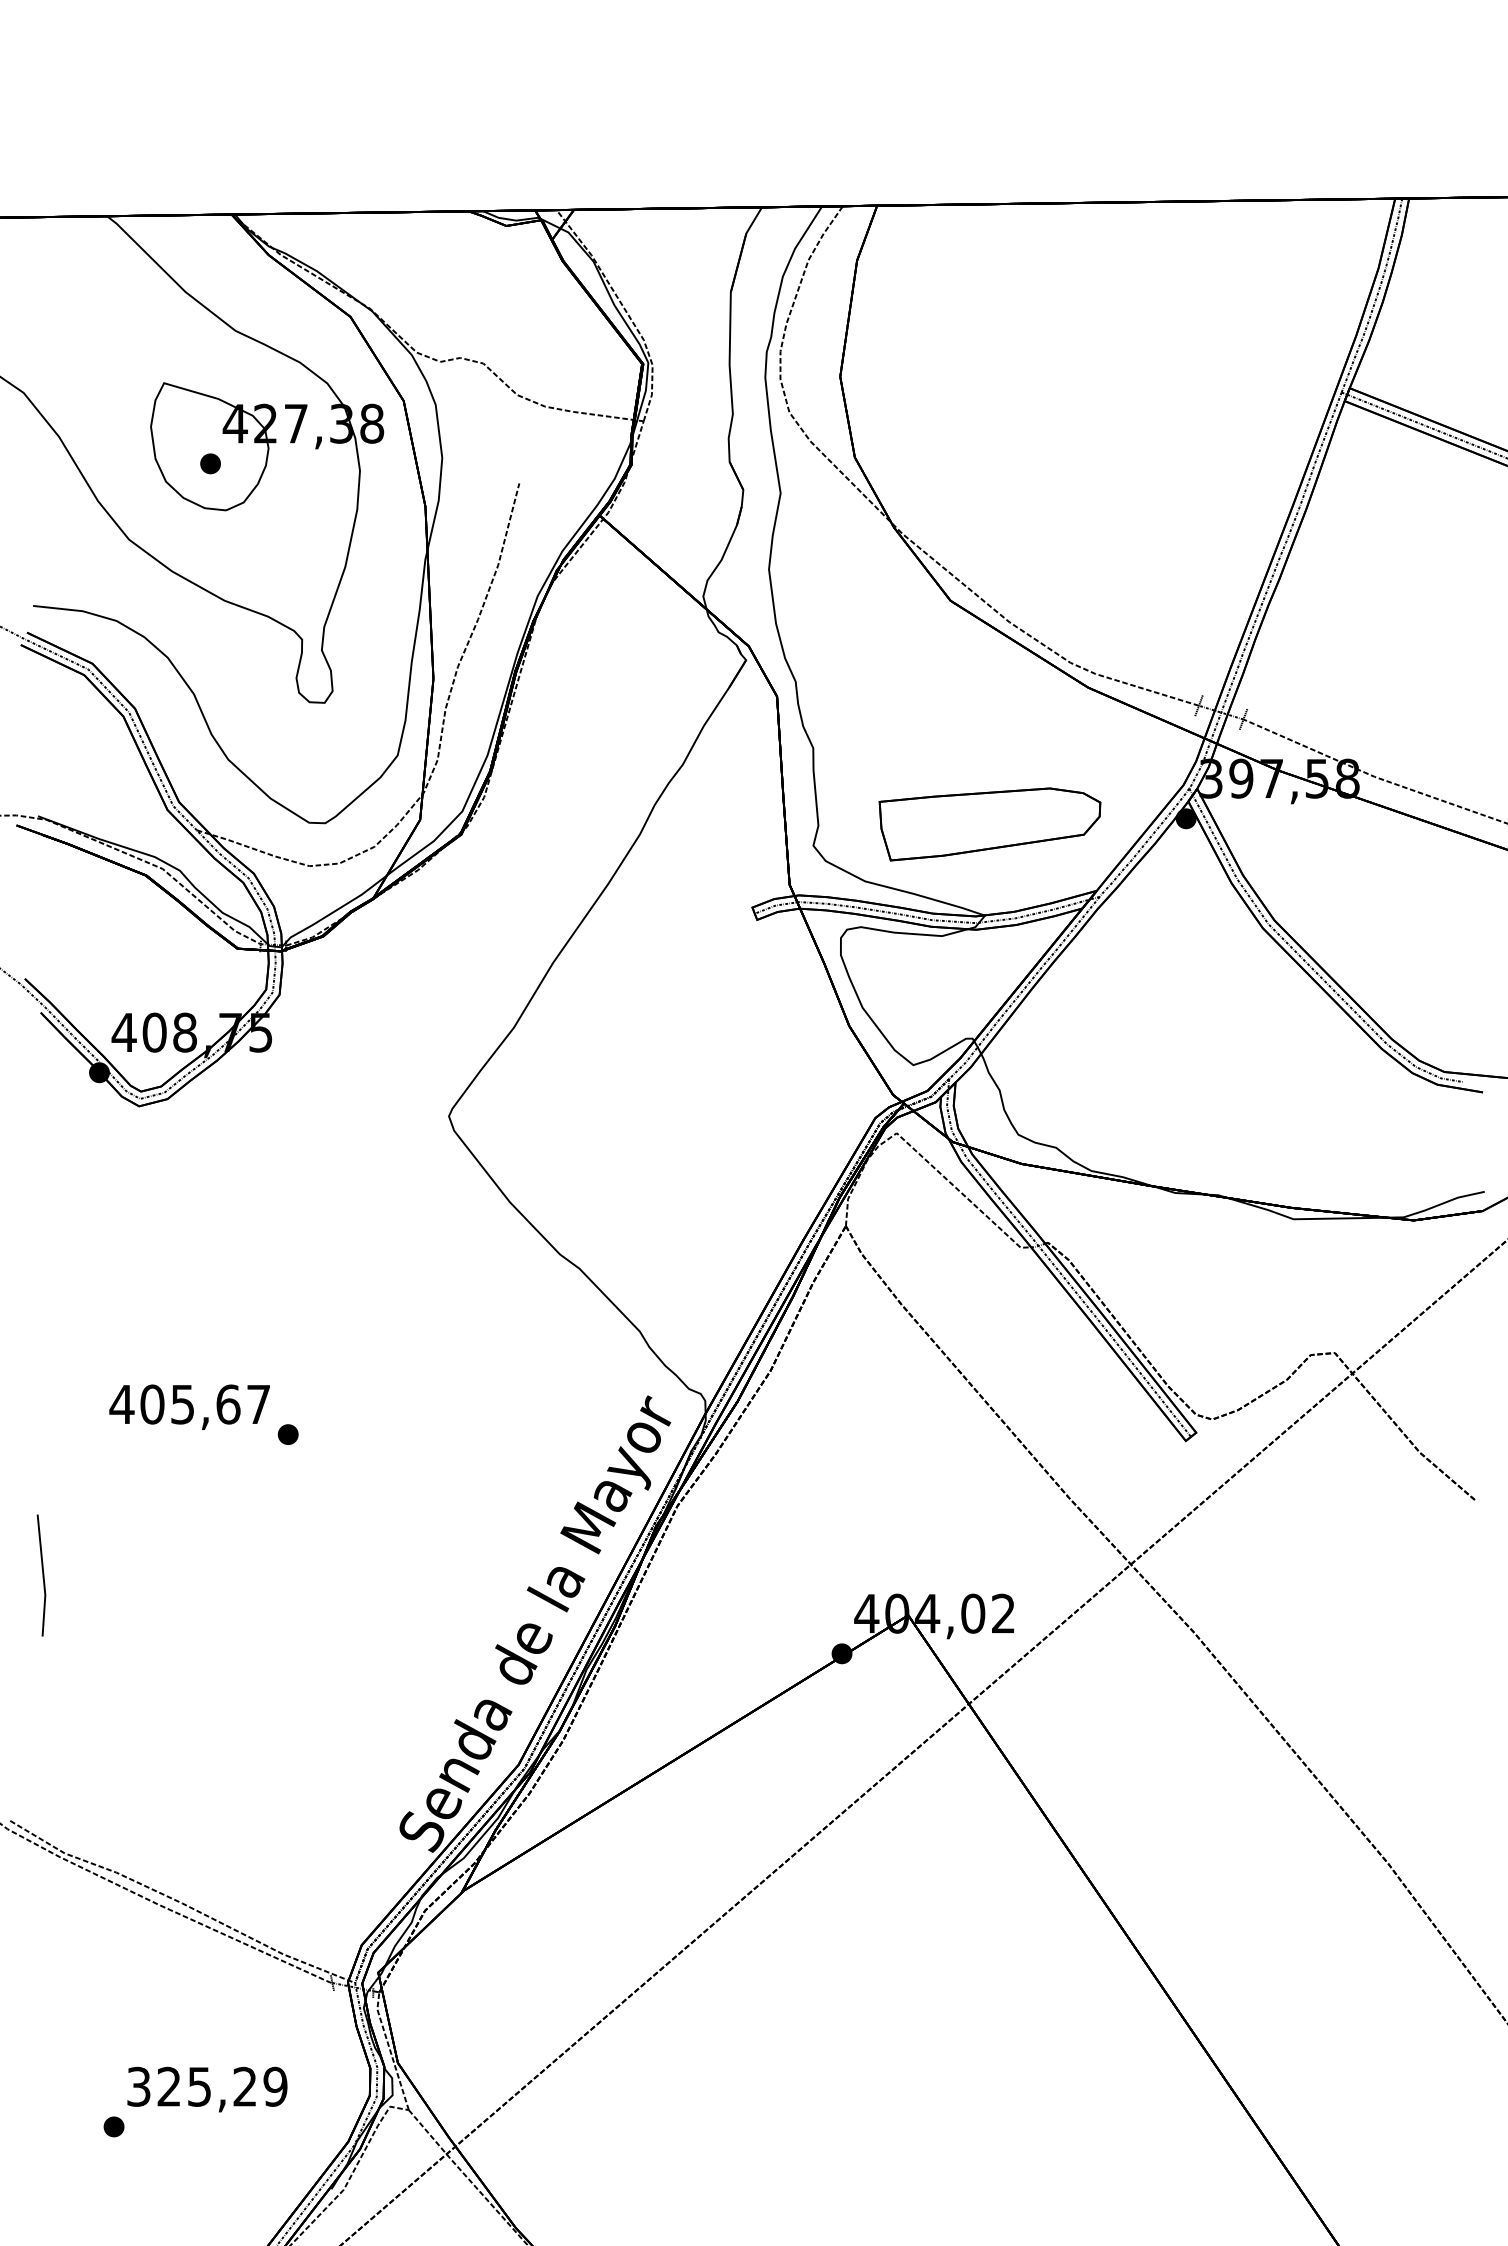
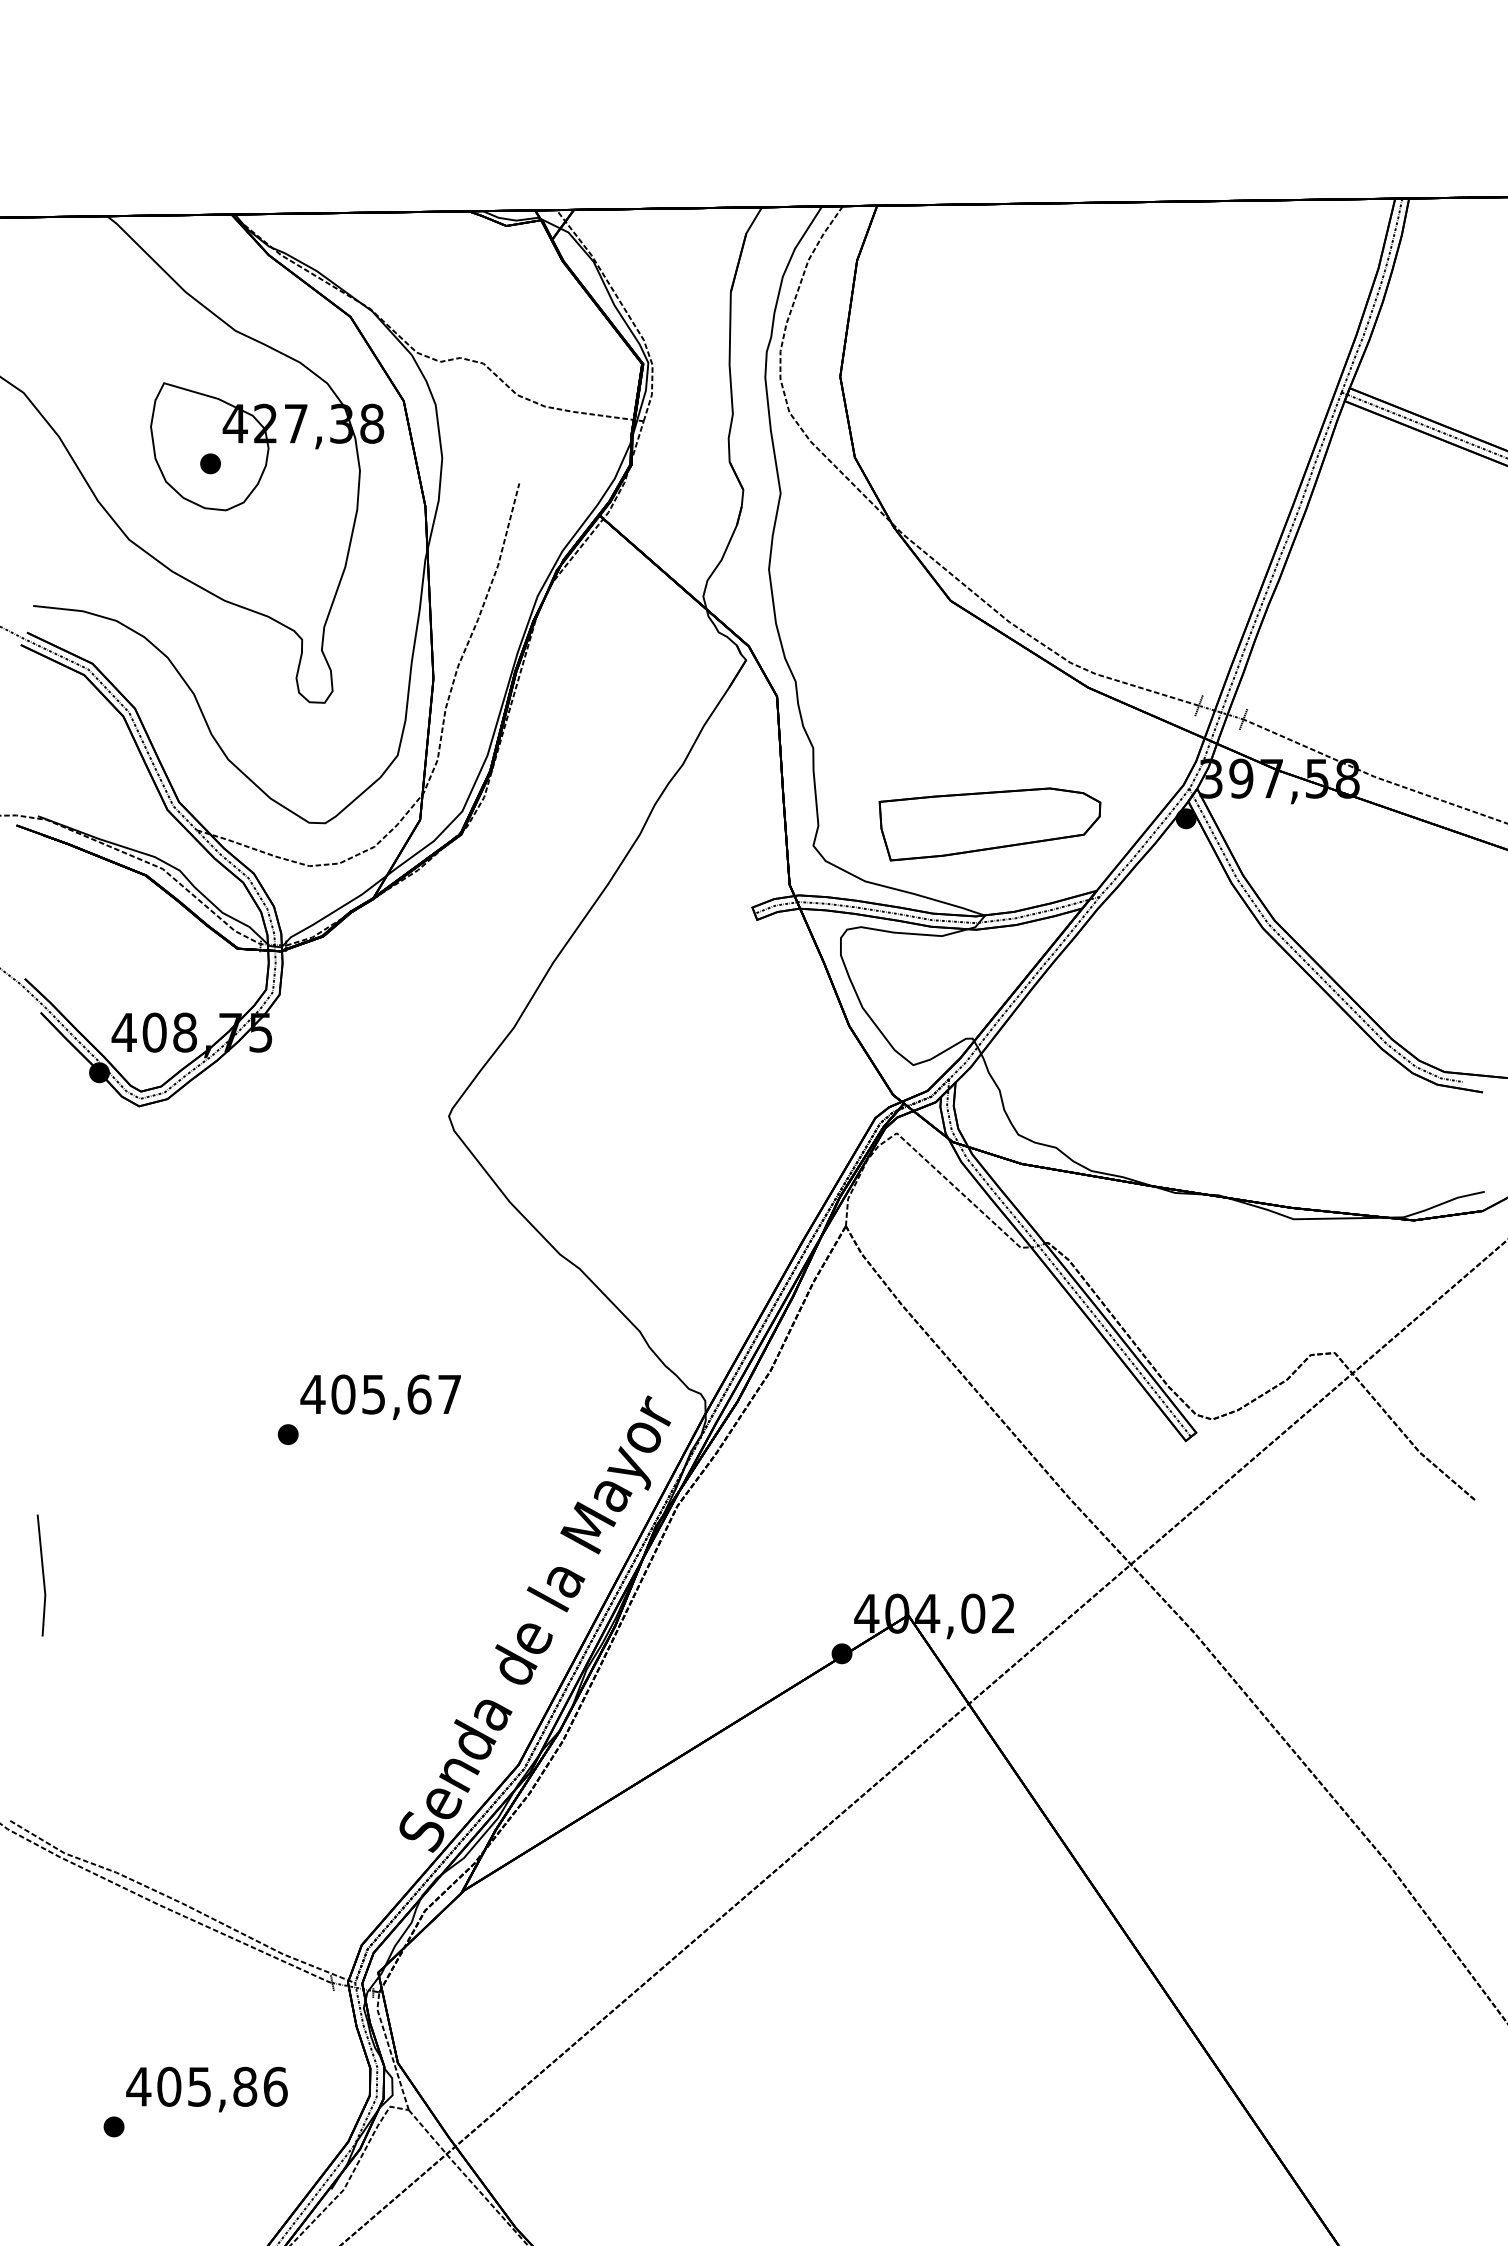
text at (189, 1406) position: (189, 1406) -> (380, 1396)
text at (206, 2086): 325,29 -> 405,86
